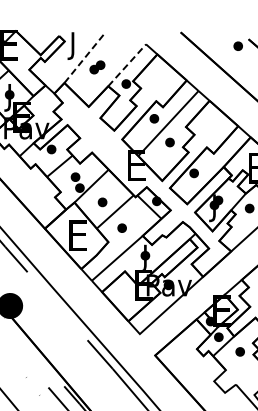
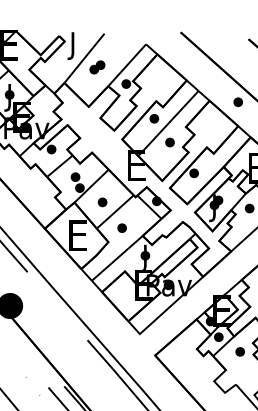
part at (237, 45) position: (237, 45) -> (237, 101)
line at (84, 58): dashed -> solid
line at (127, 64): dashed -> solid
